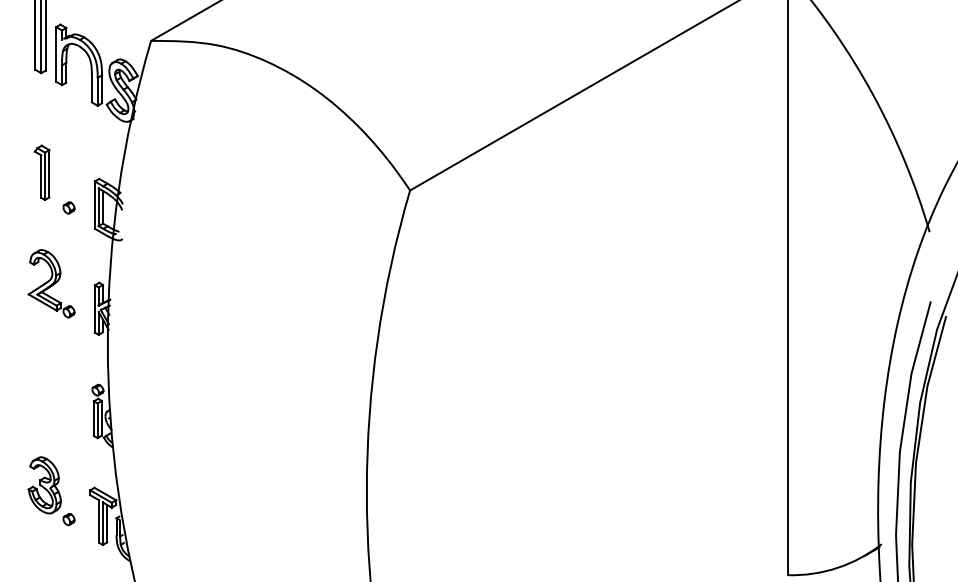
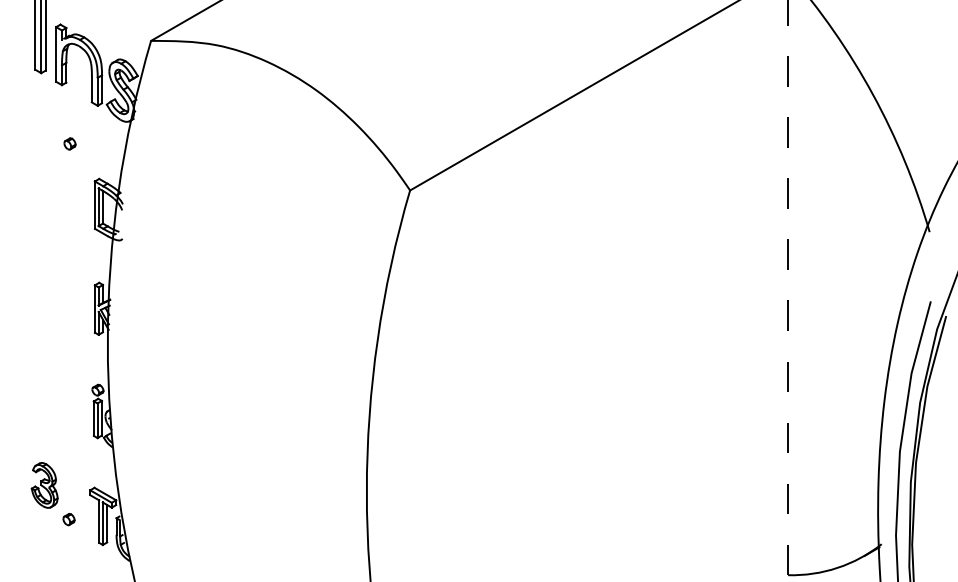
part at (41, 172): present -> none
part at (68, 207) position: (68, 207) -> (69, 143)
part at (51, 283): present -> none
line at (788, 287): solid -> dashed
part at (44, 485) size: 35x59 px -> 29x47 px
